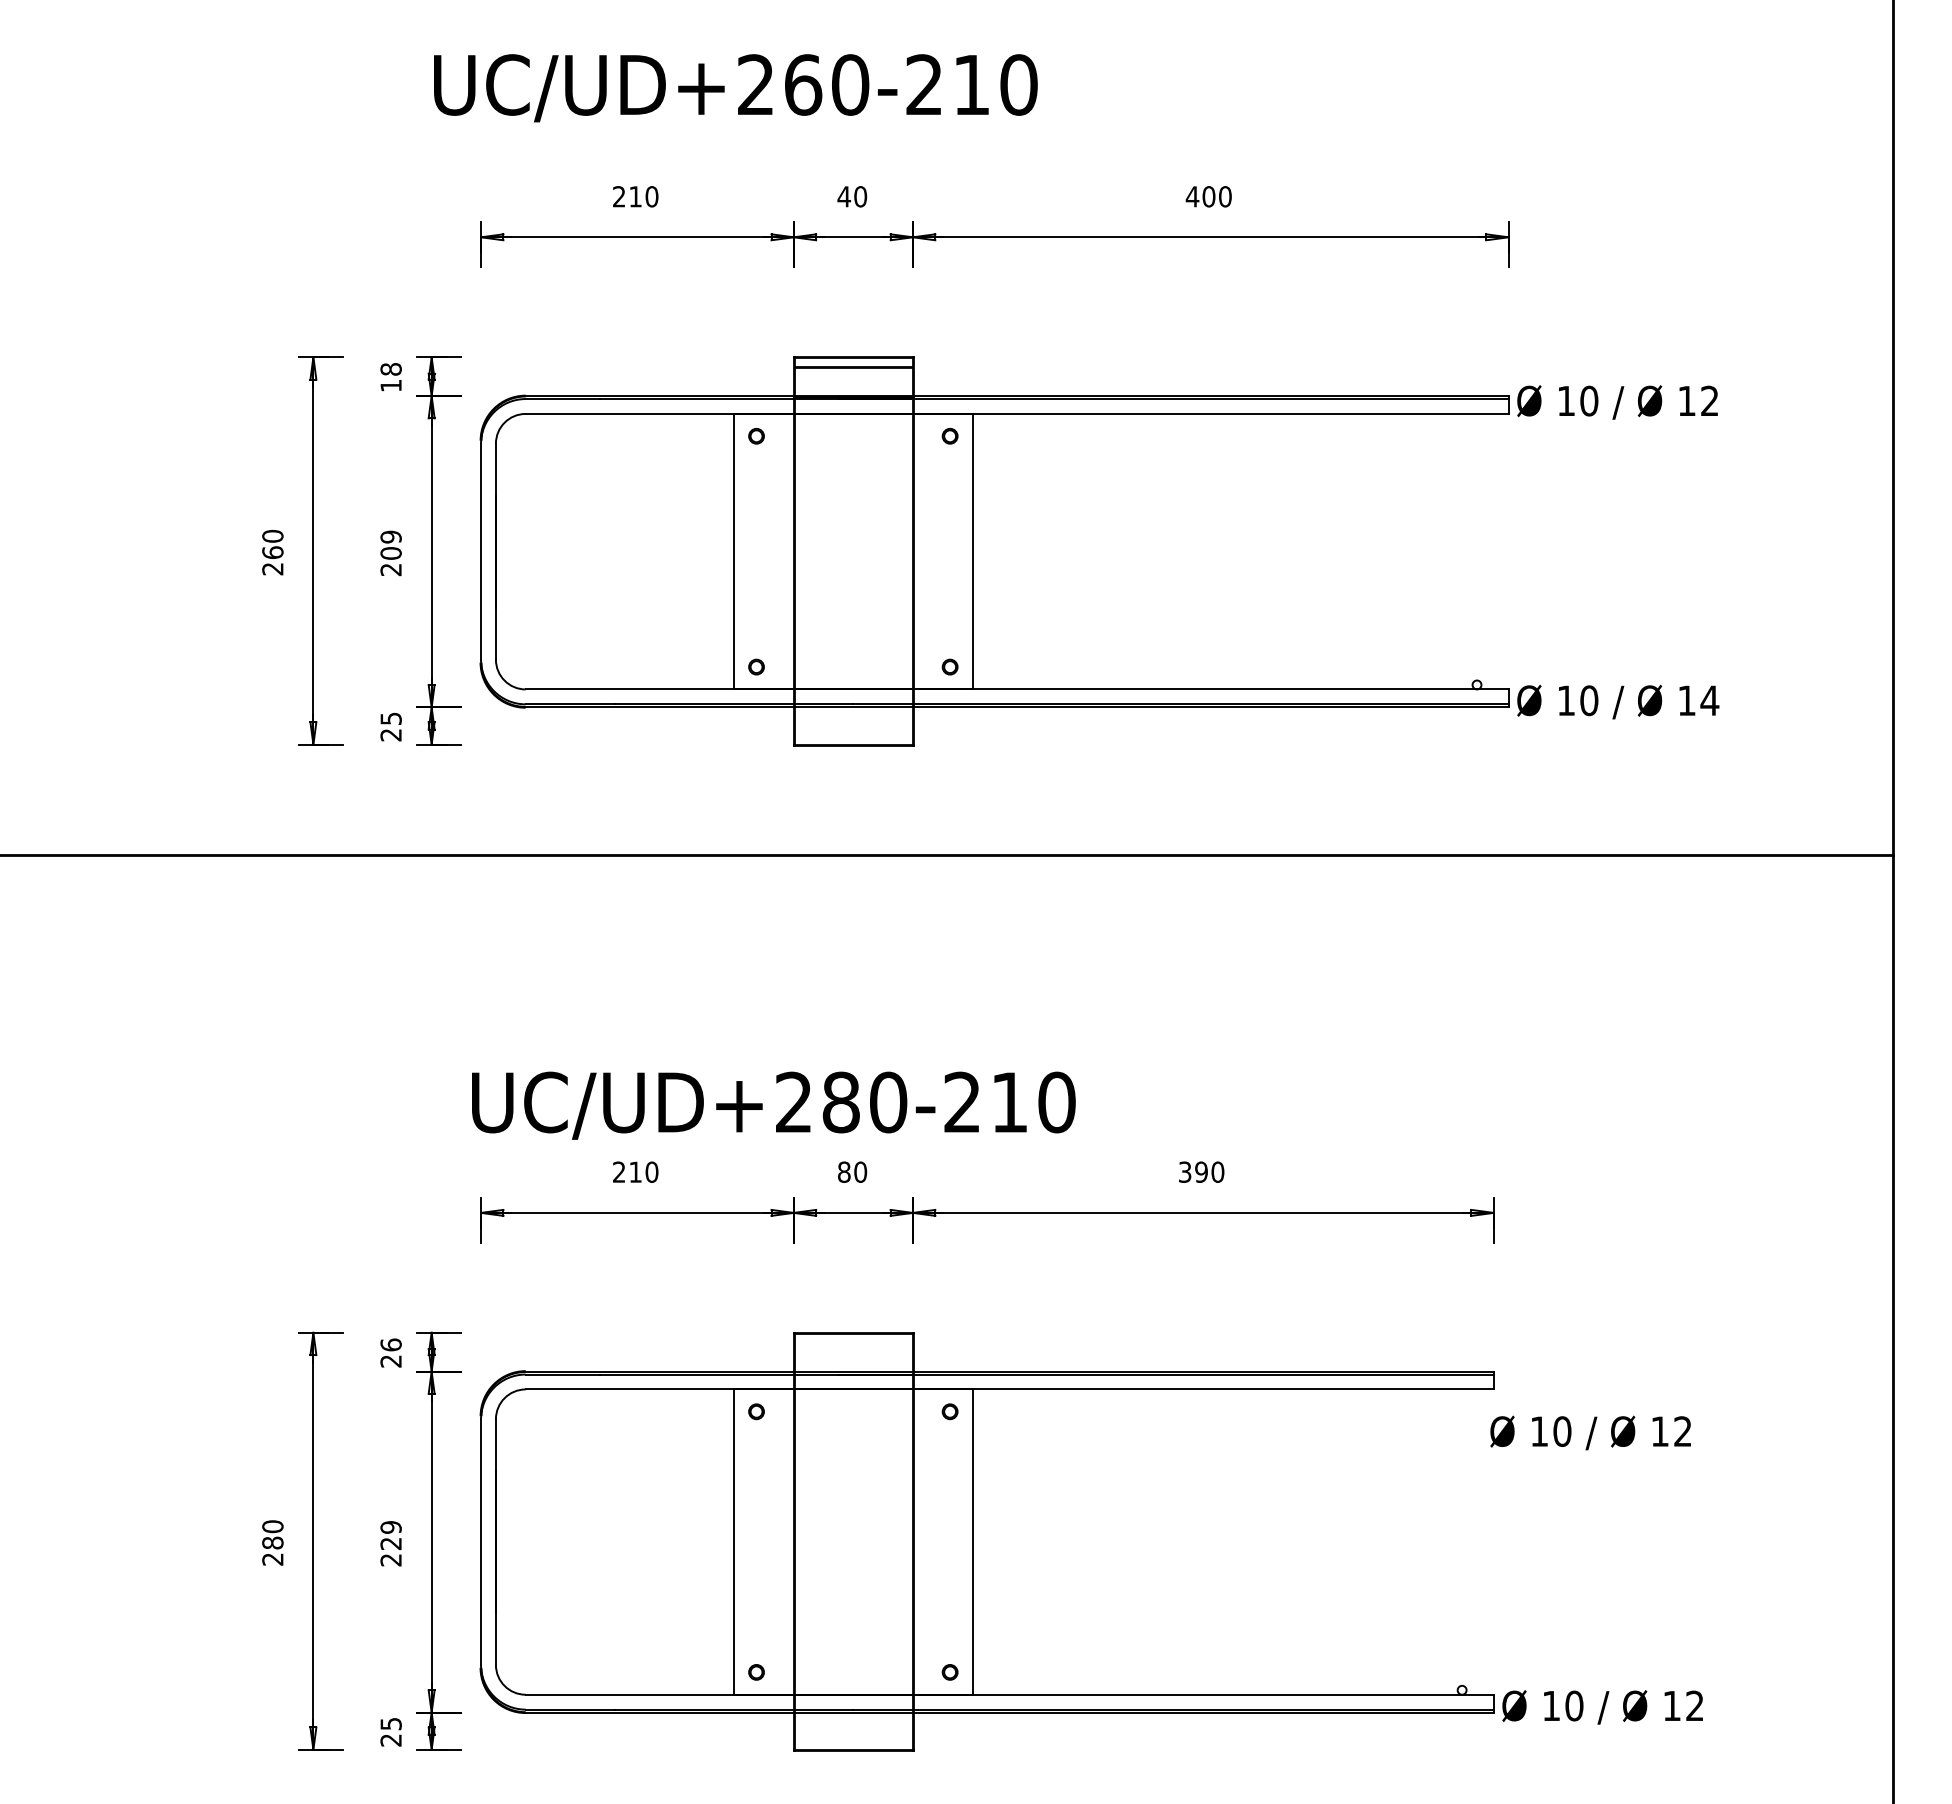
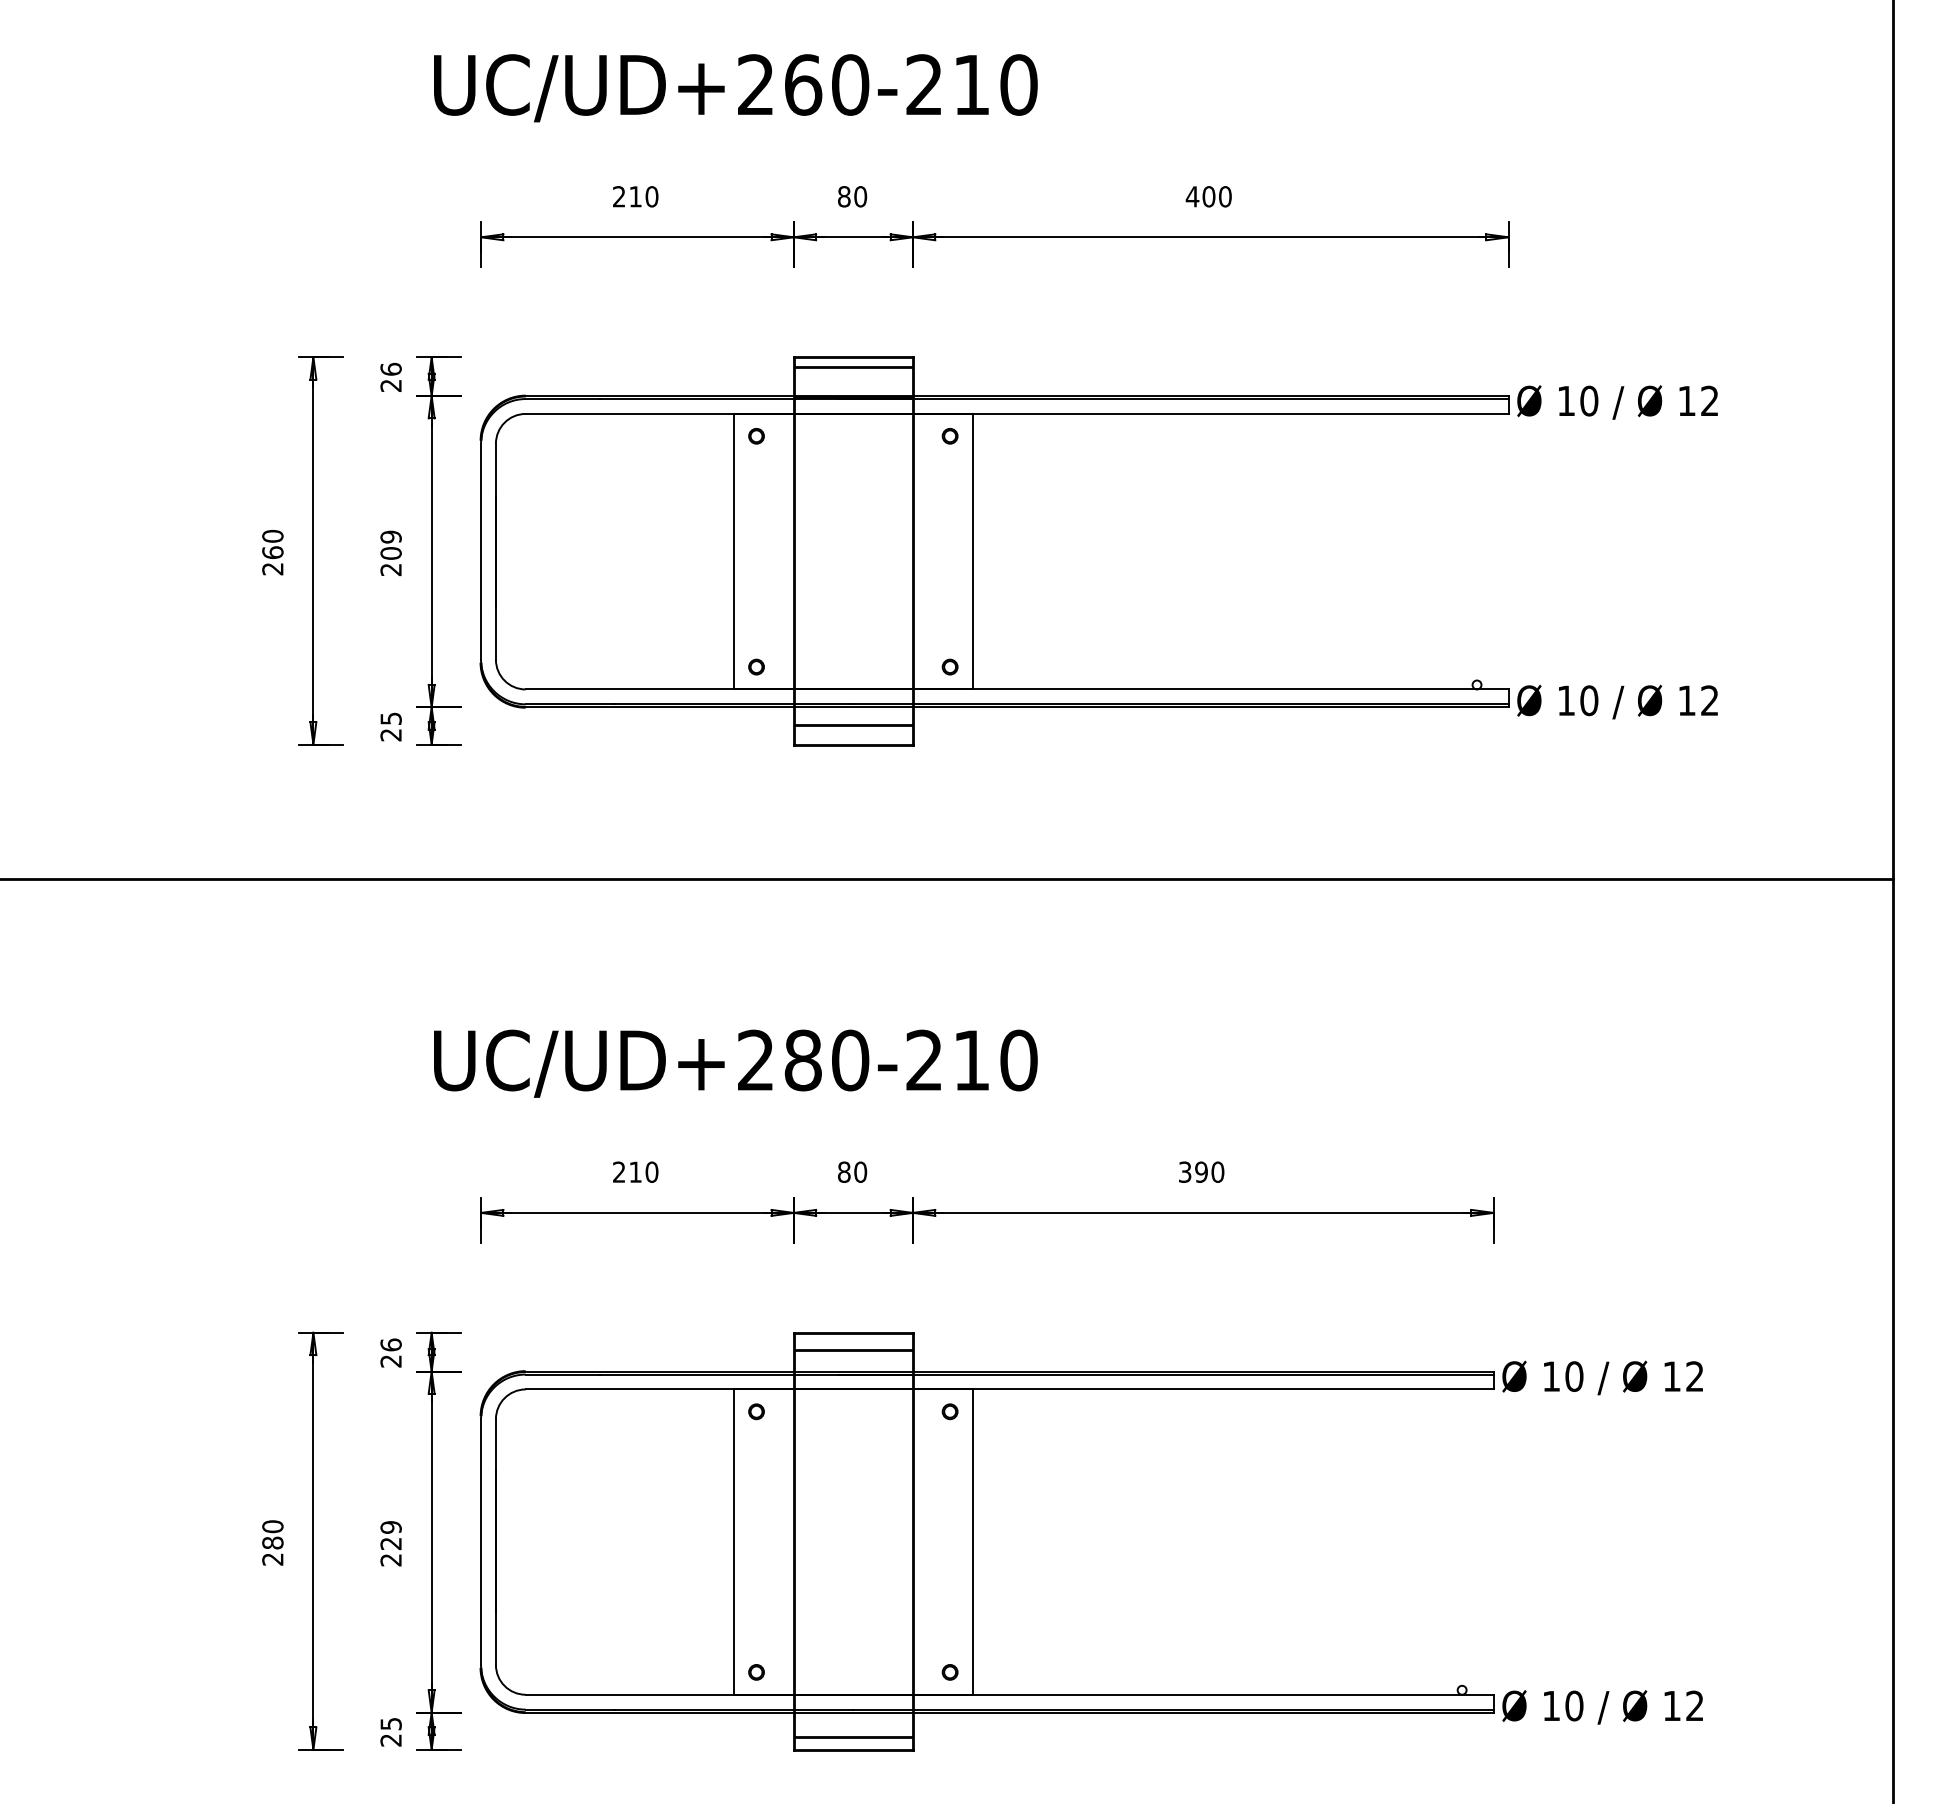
text at (843, 196): 40 -> 80
text at (390, 376): 18 -> 26
text at (1709, 700): 14 -> 12
hatch at (852, 724): none -> present
line at (947, 855) position: (947, 855) -> (947, 879)
text at (773, 1105) position: (773, 1105) -> (735, 1063)
hatch at (852, 1350): none -> present
text at (1590, 1432) position: (1590, 1432) -> (1602, 1377)
hatch at (852, 1737): none -> present
